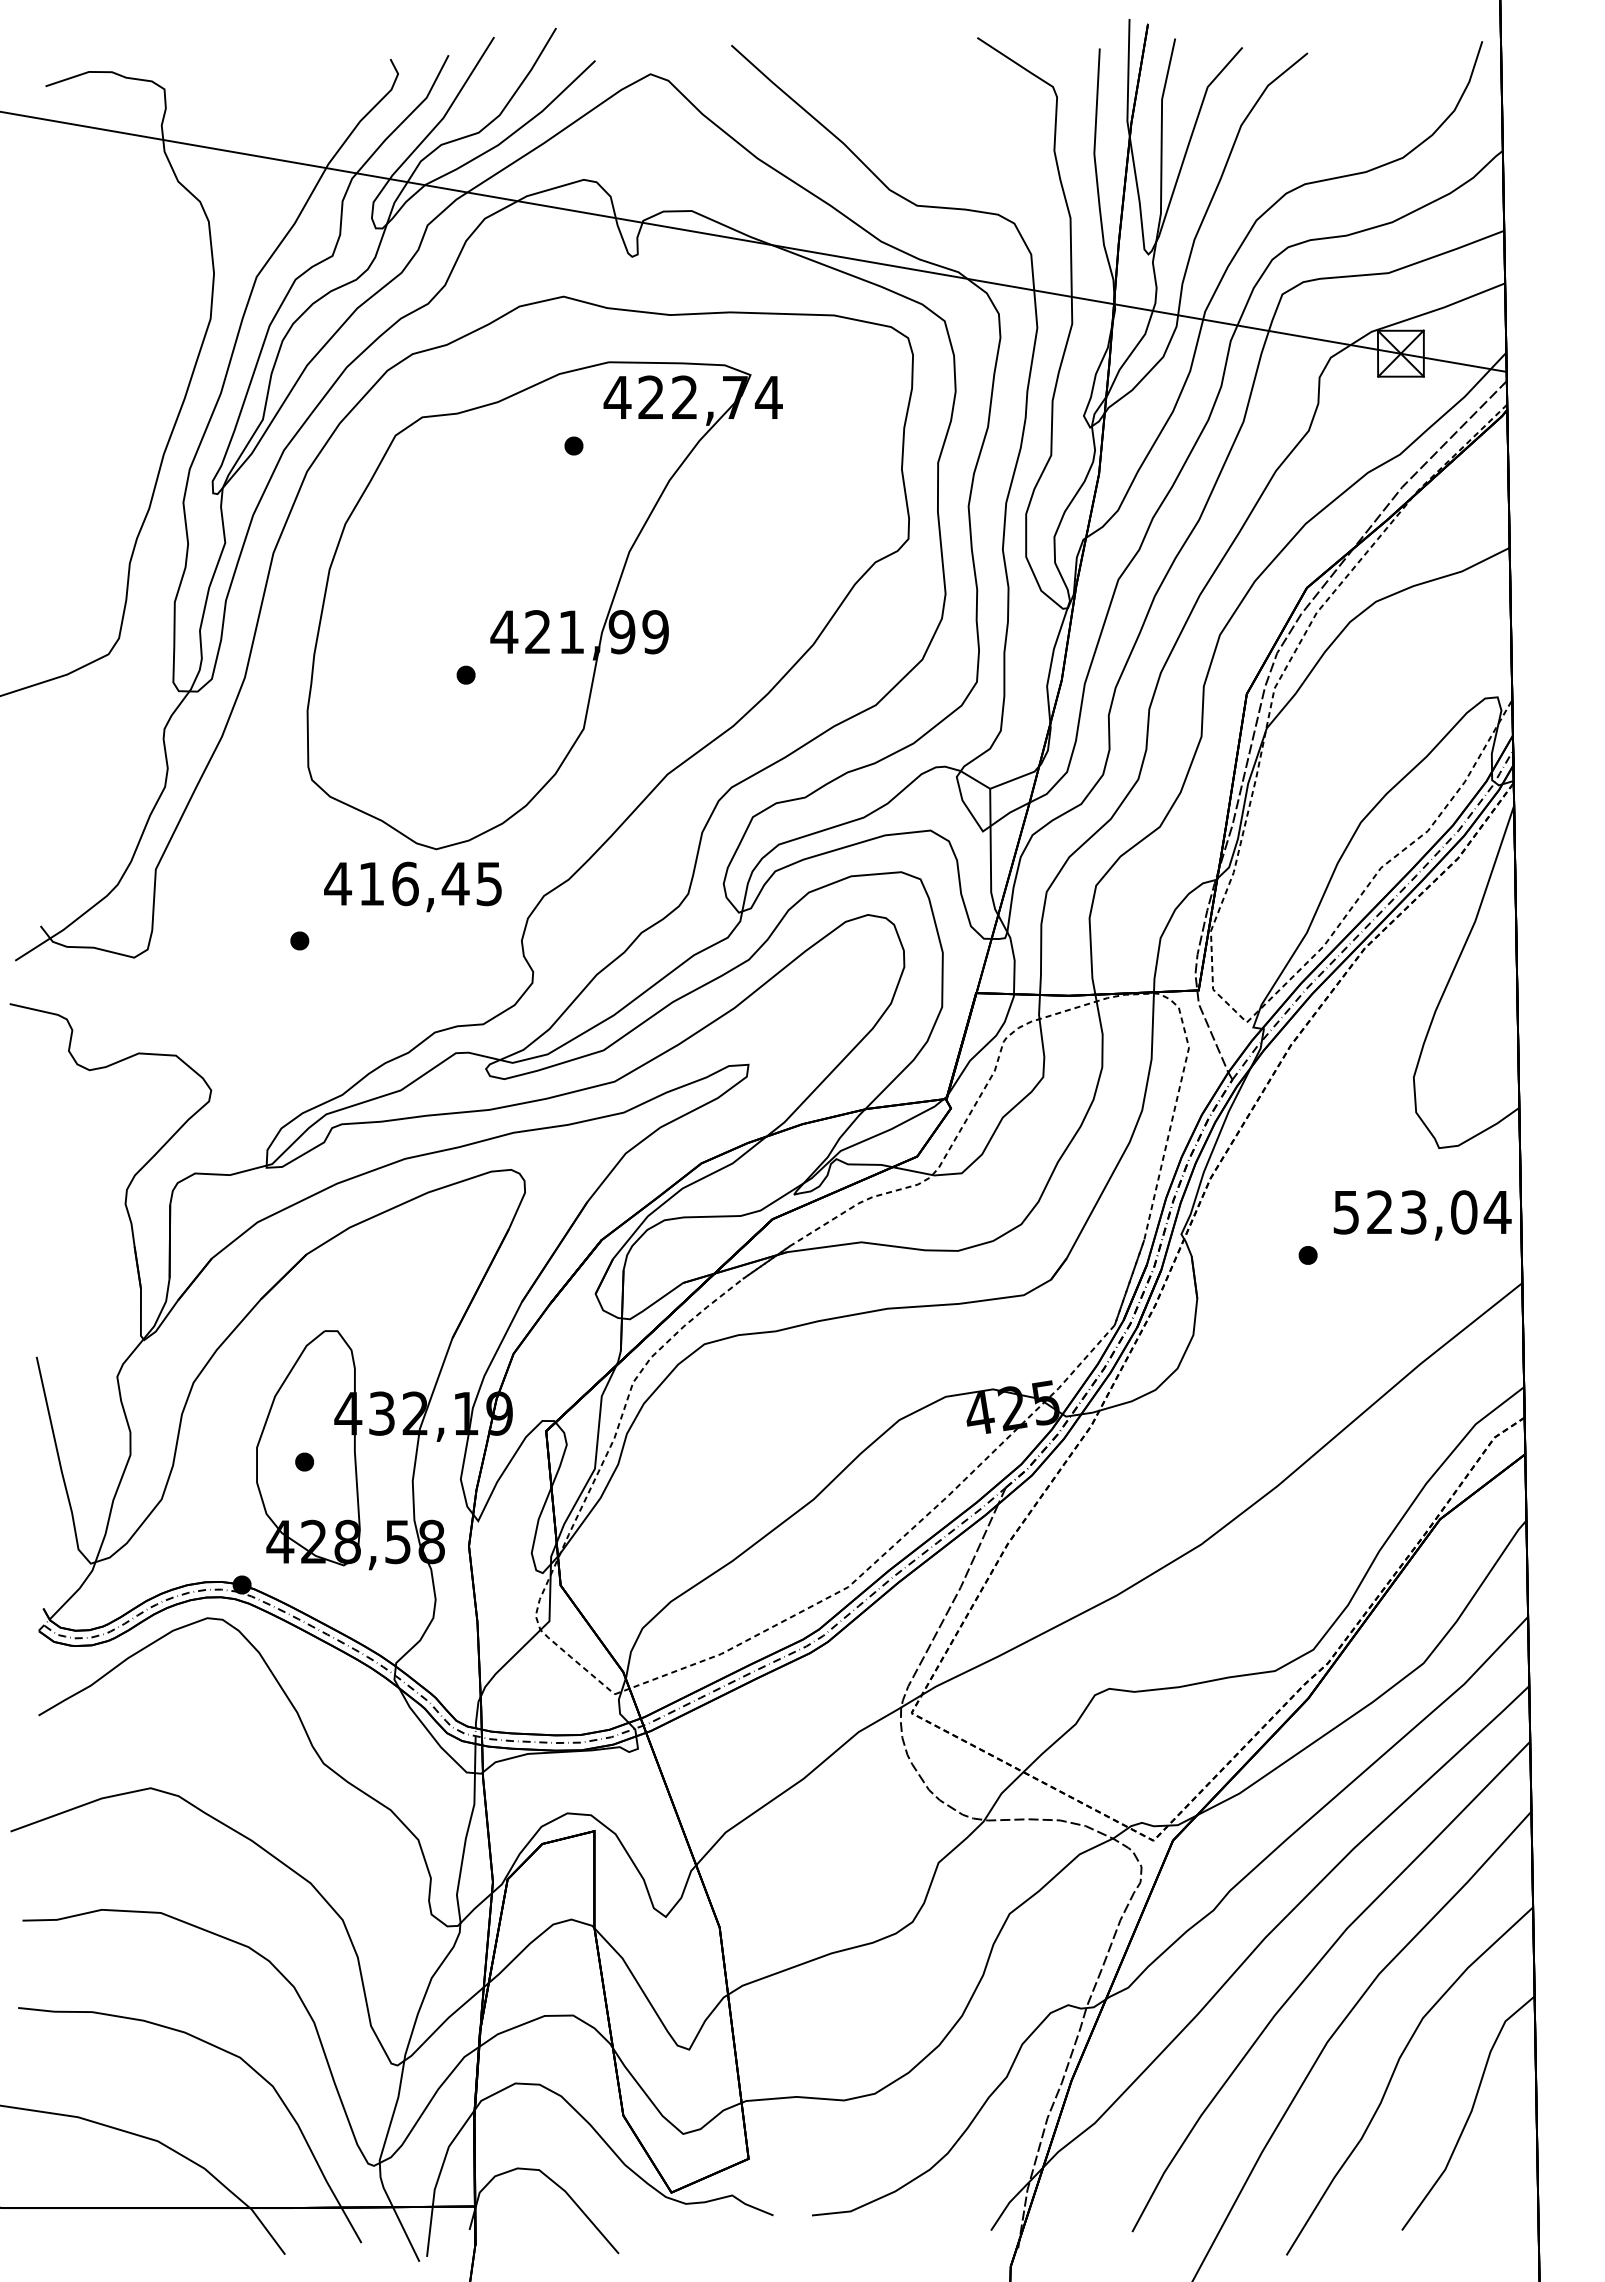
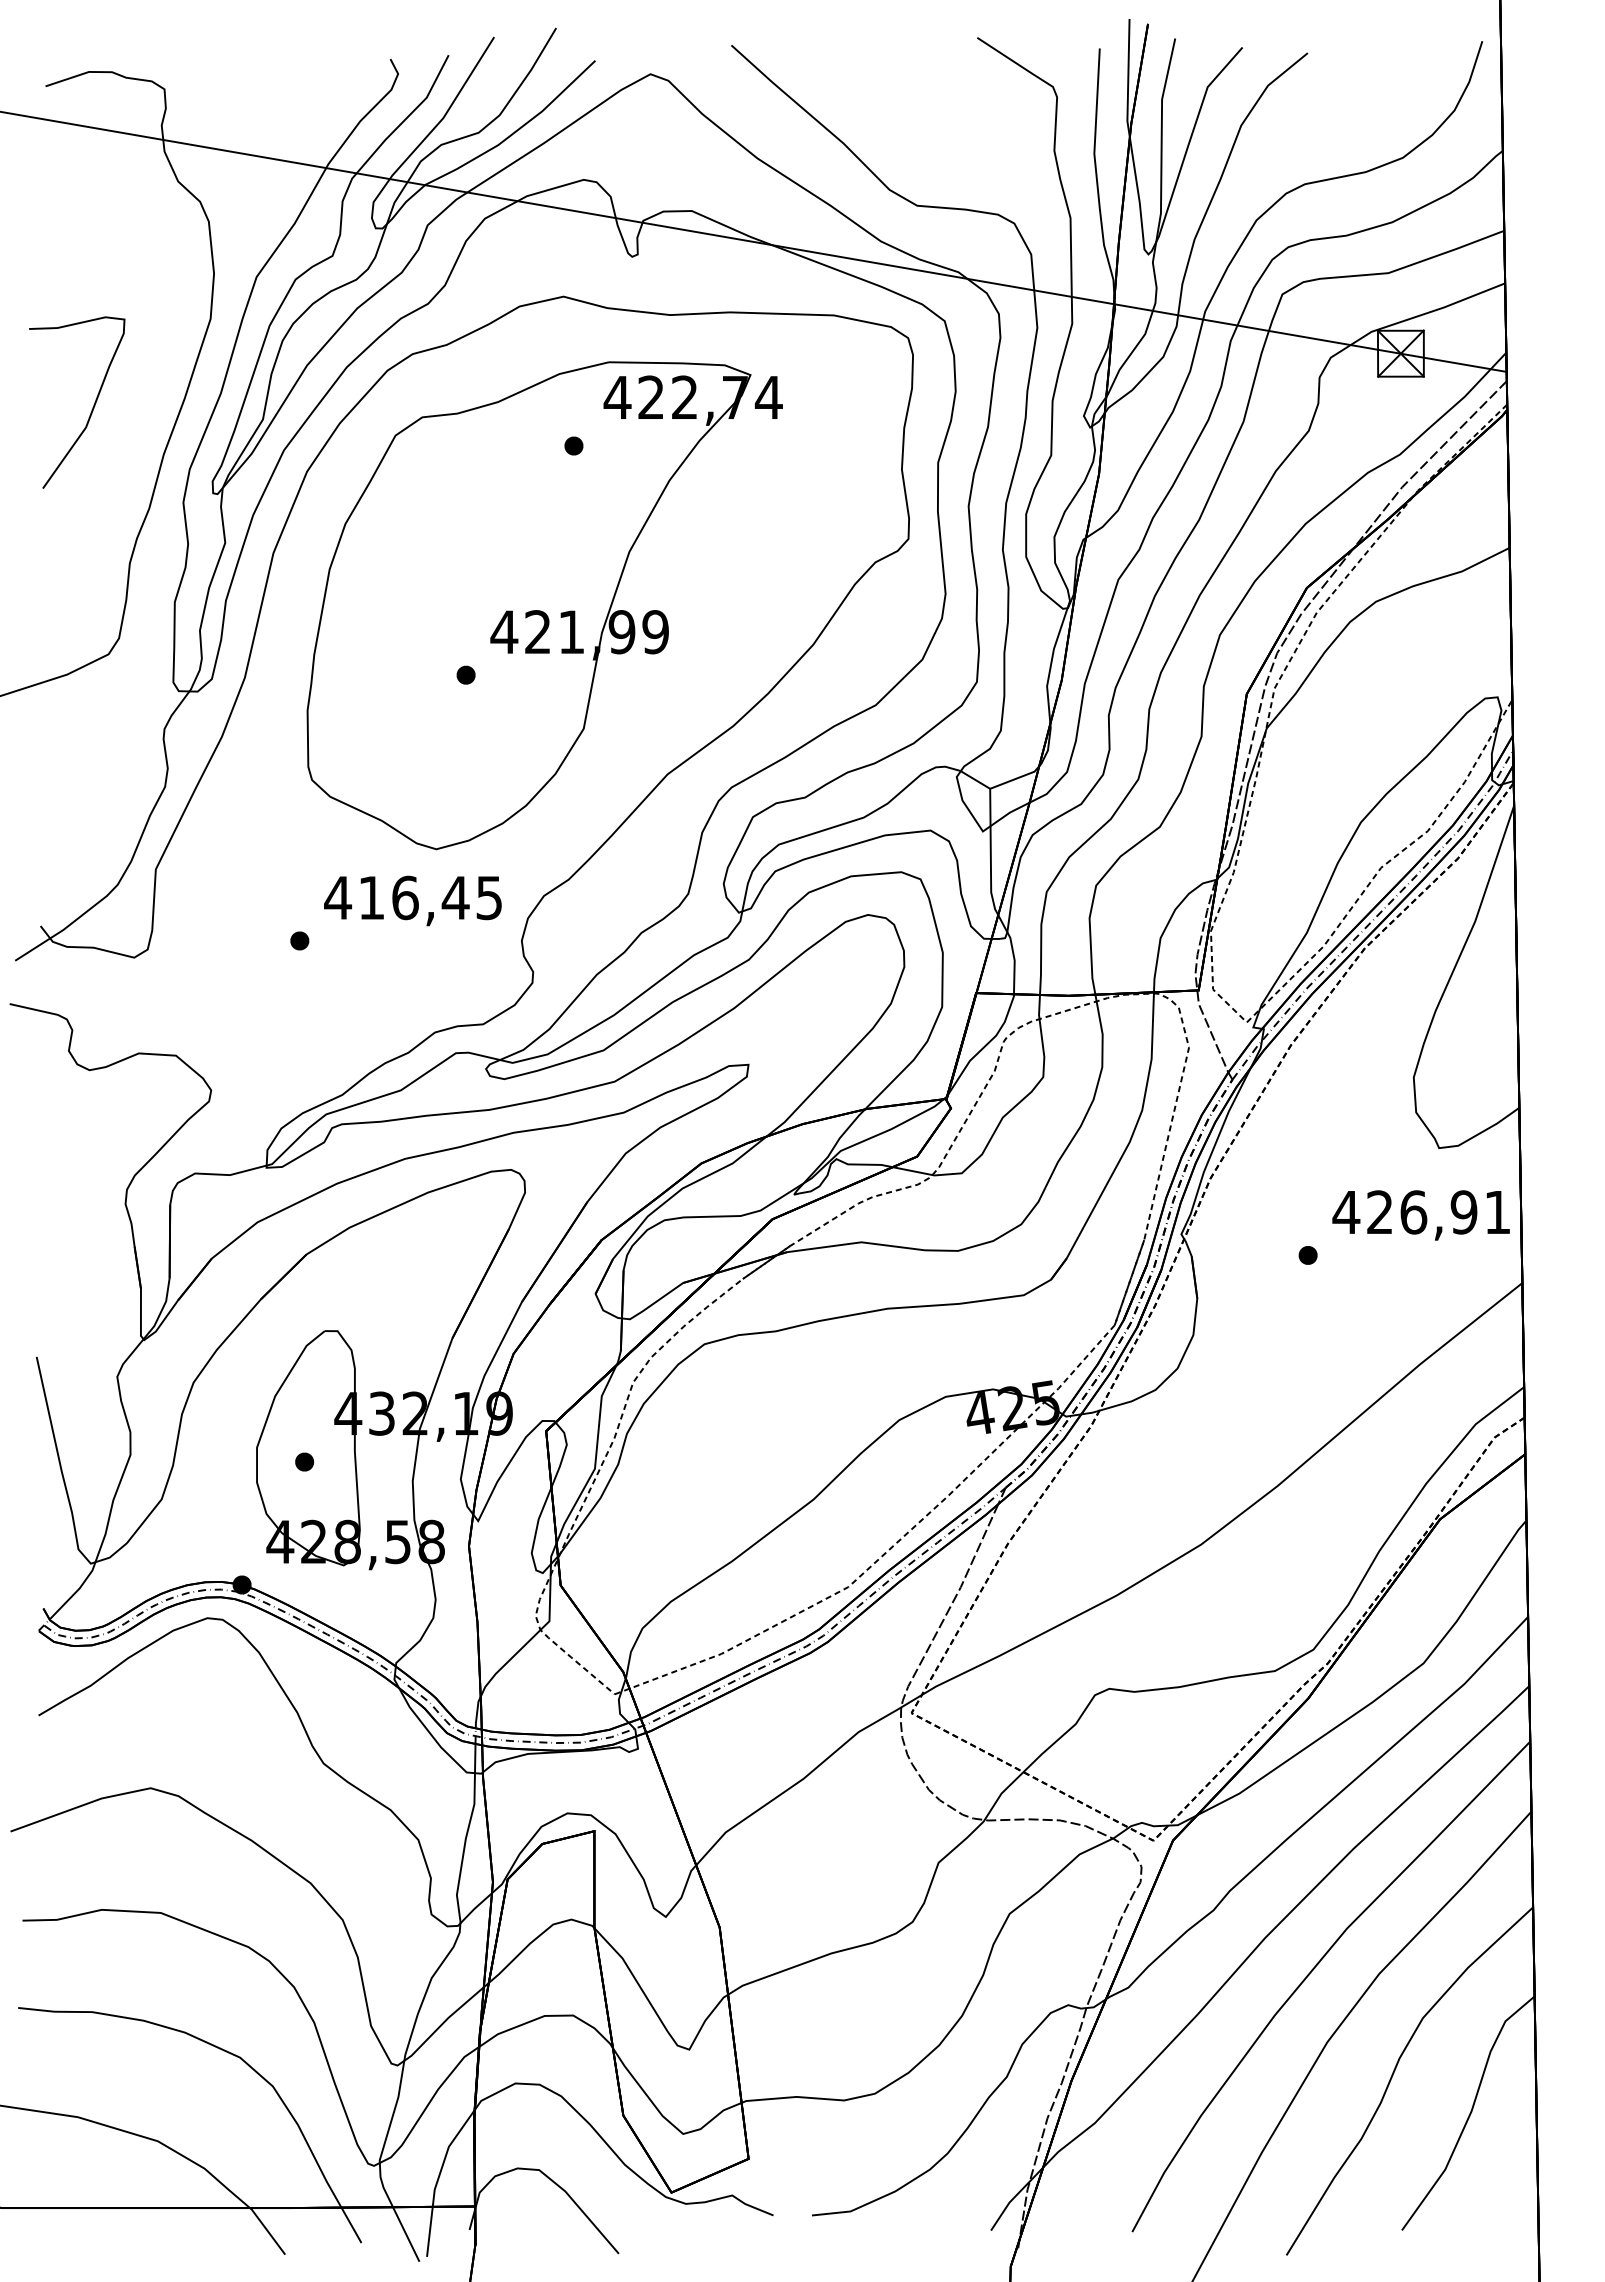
curve at (92, 407): none -> present
text at (412, 886) position: (412, 886) -> (412, 900)
text at (1421, 1212): 523,04 -> 426,91
